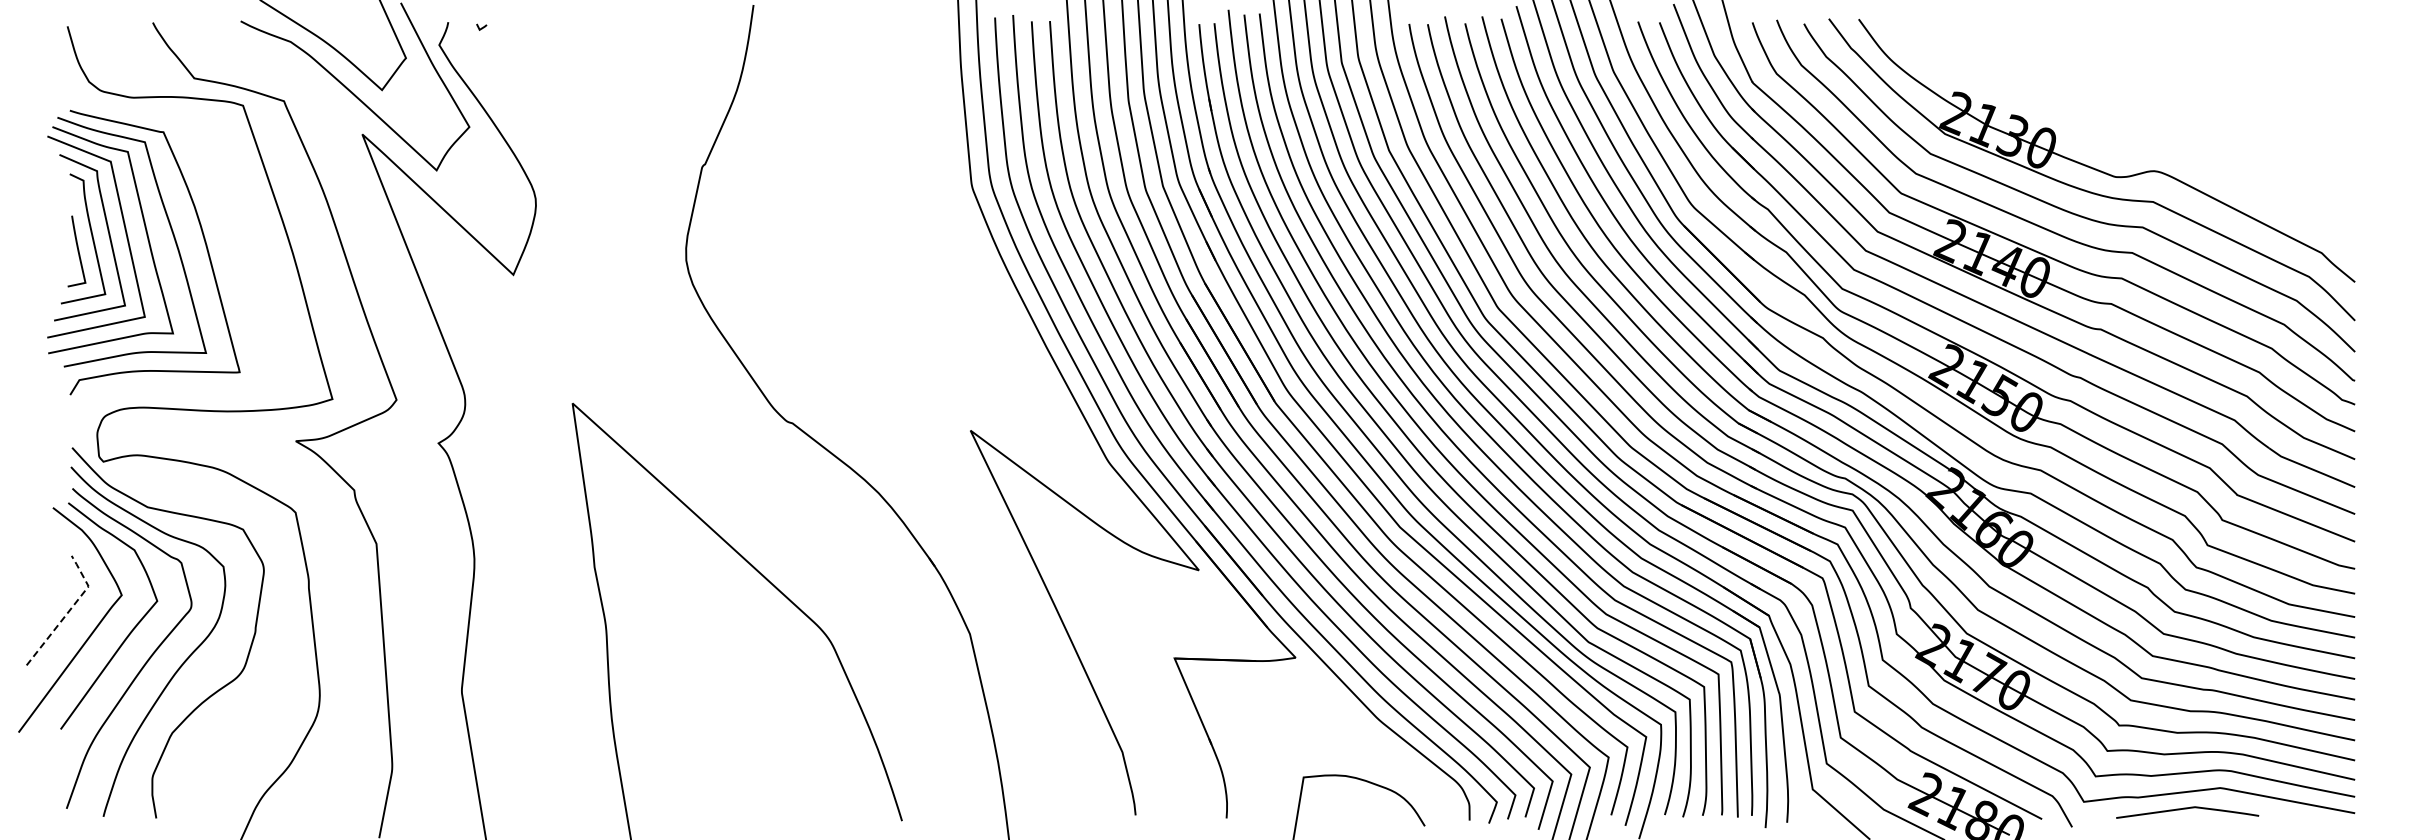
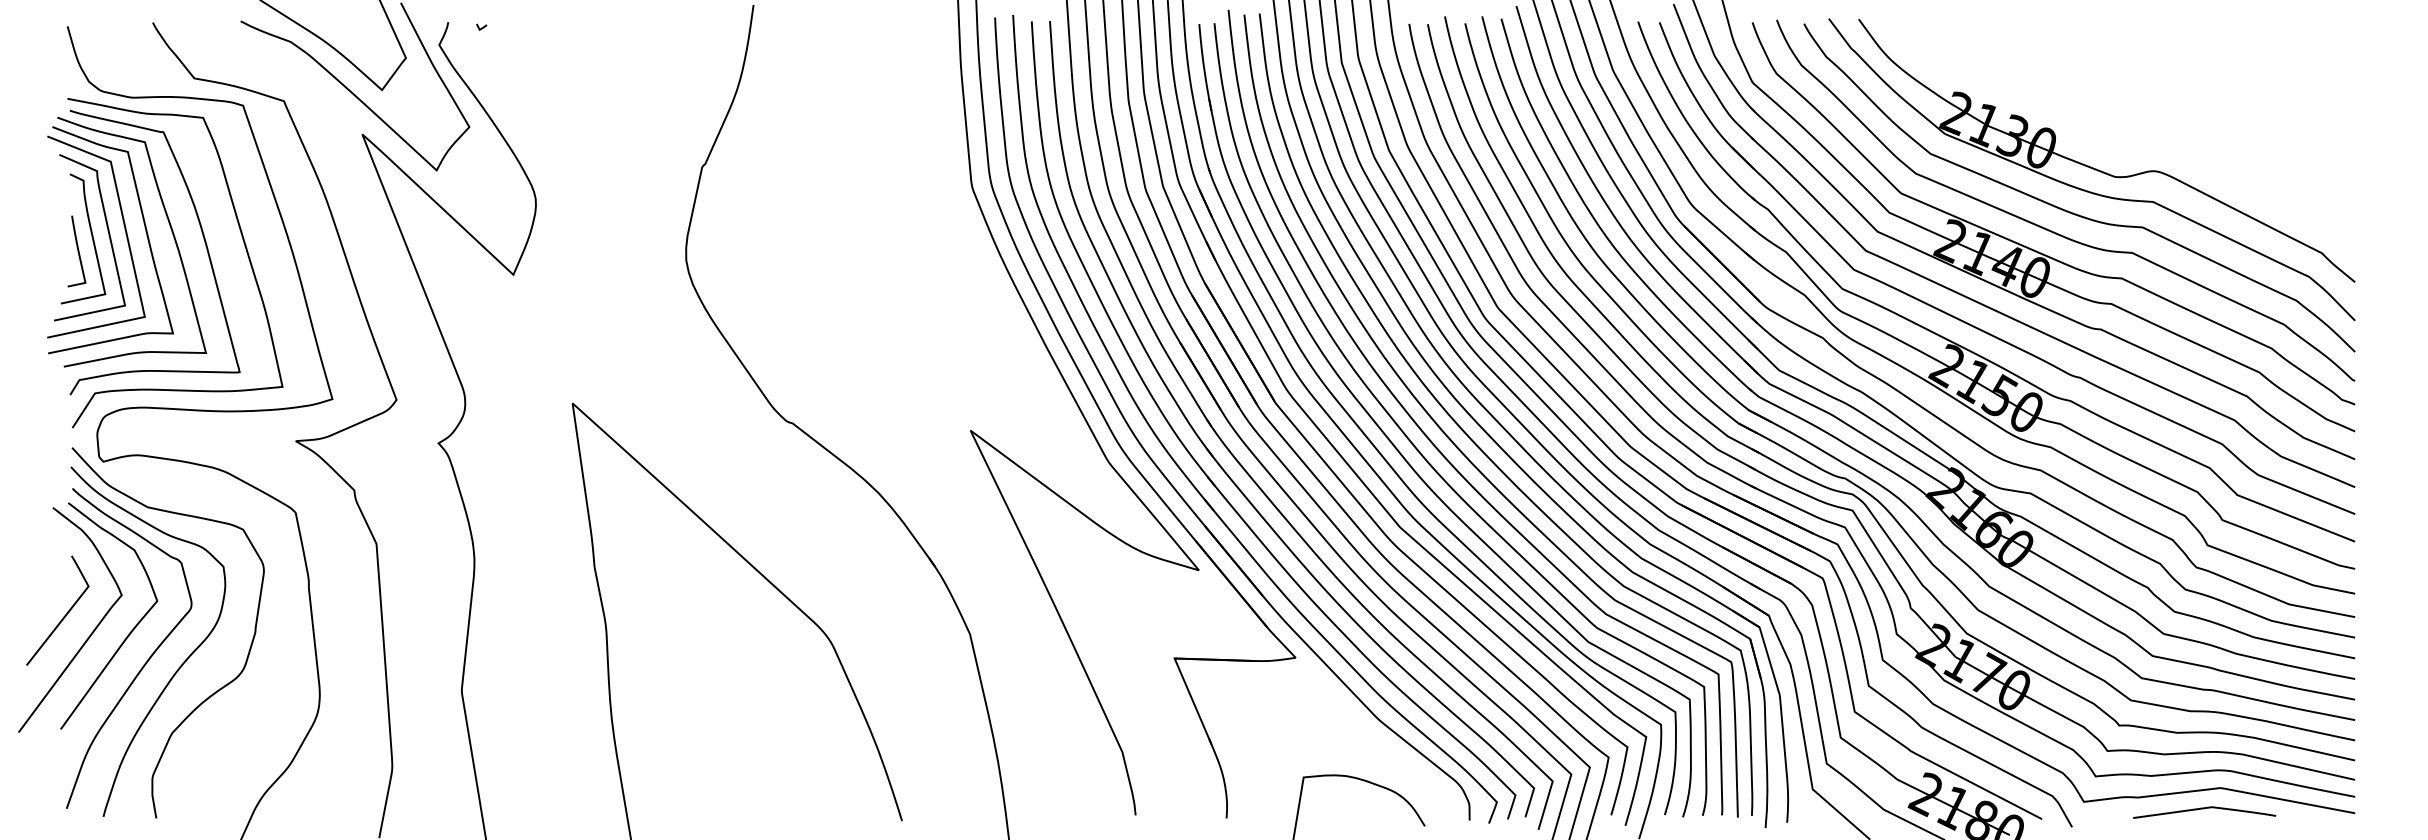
curve at (243, 243): none -> present
line at (69, 610): dashed -> solid
curve at (2187, 809) position: (2187, 809) -> (2204, 809)
